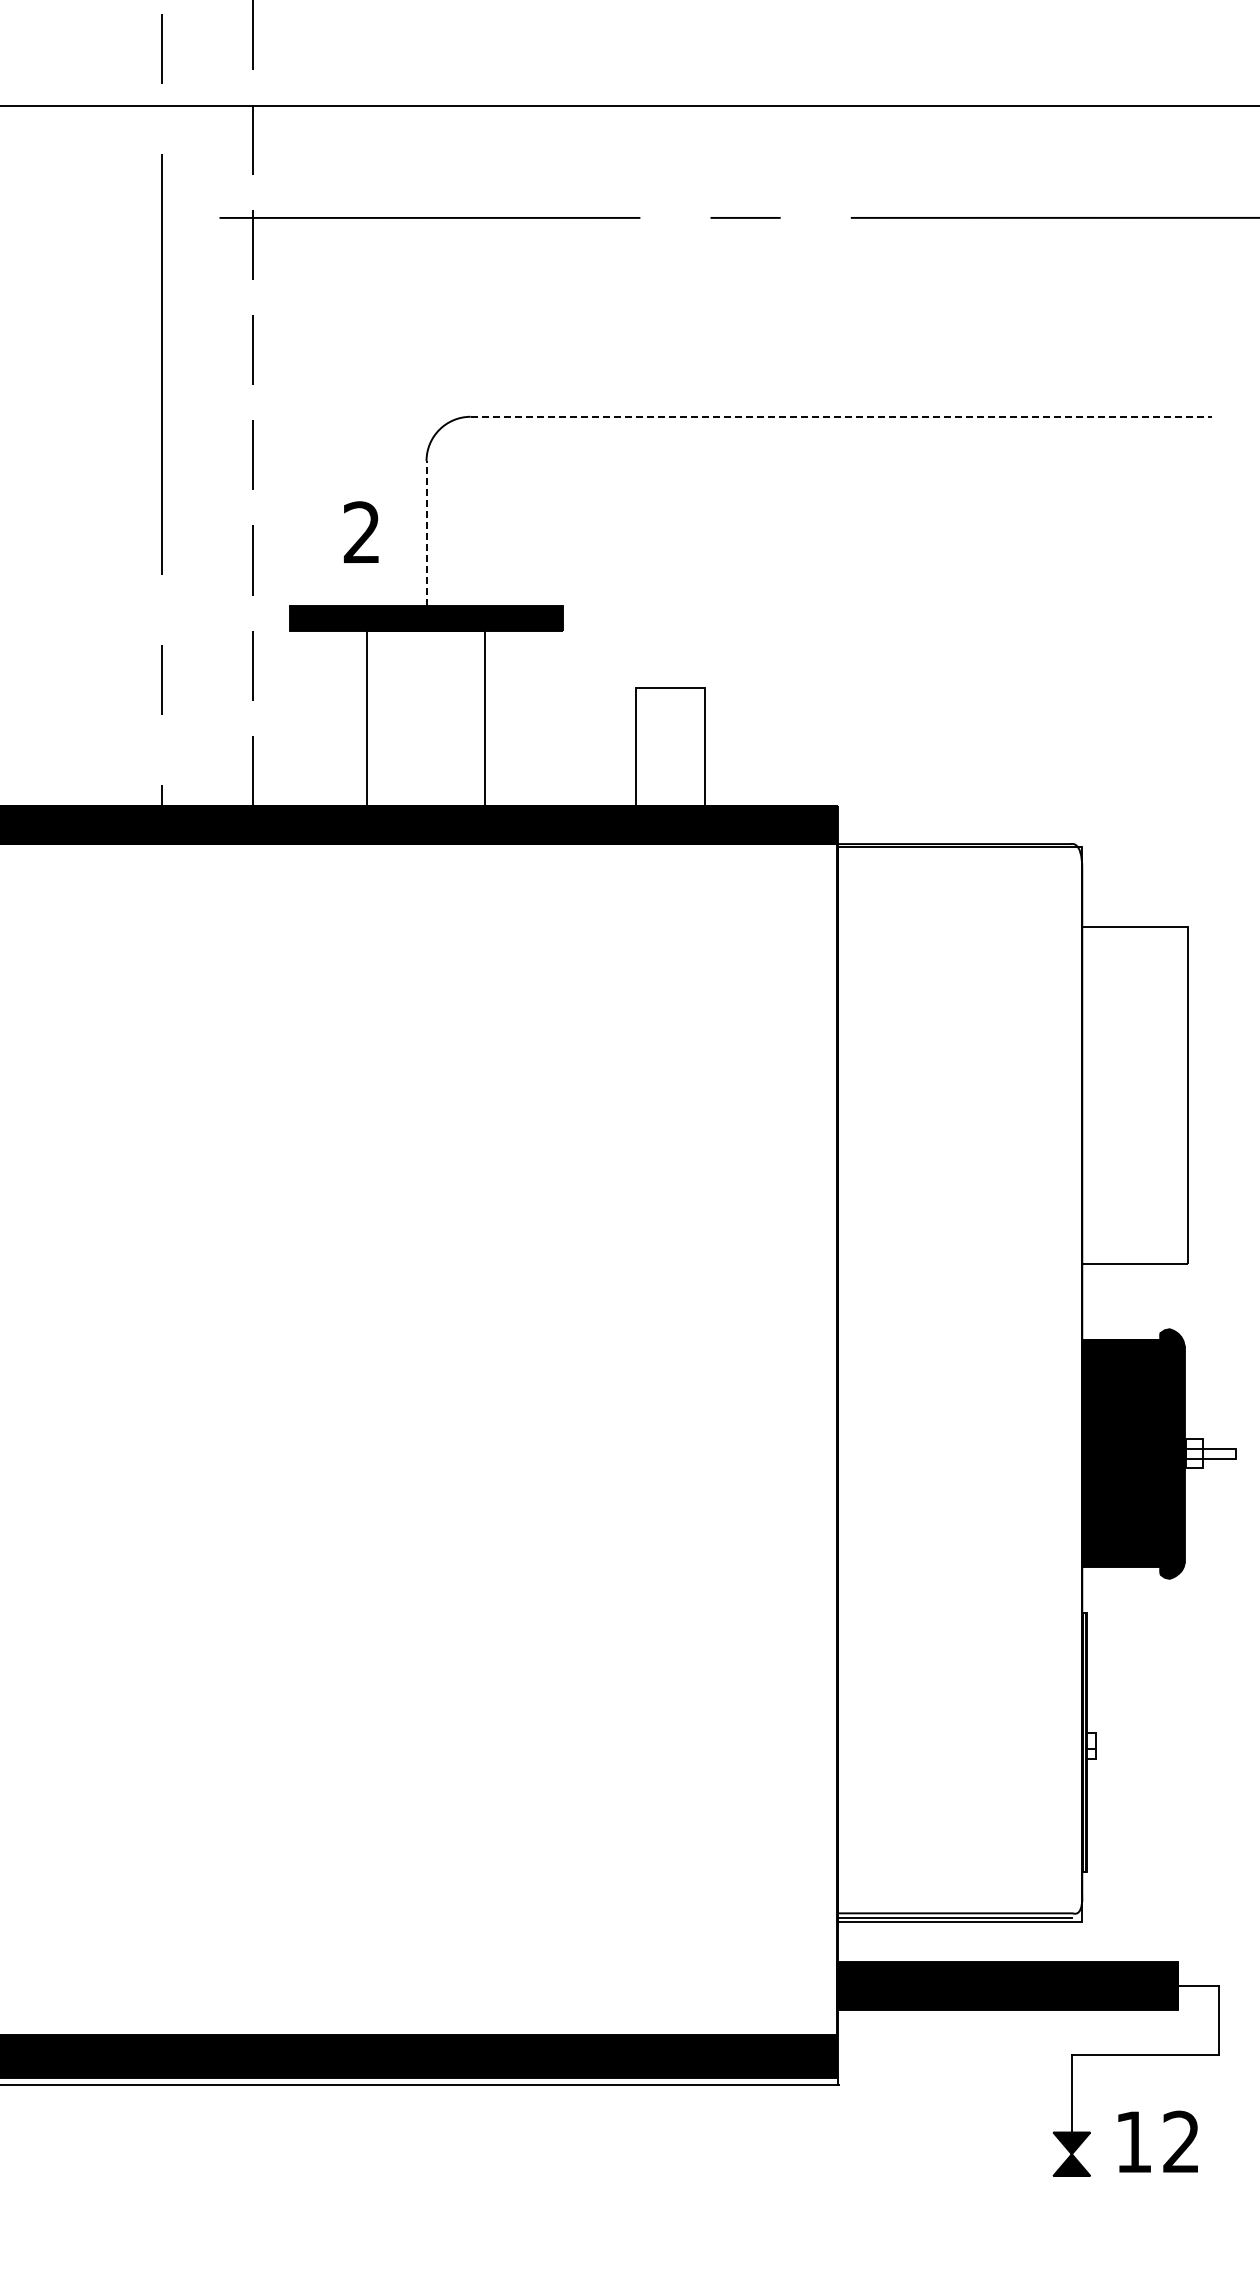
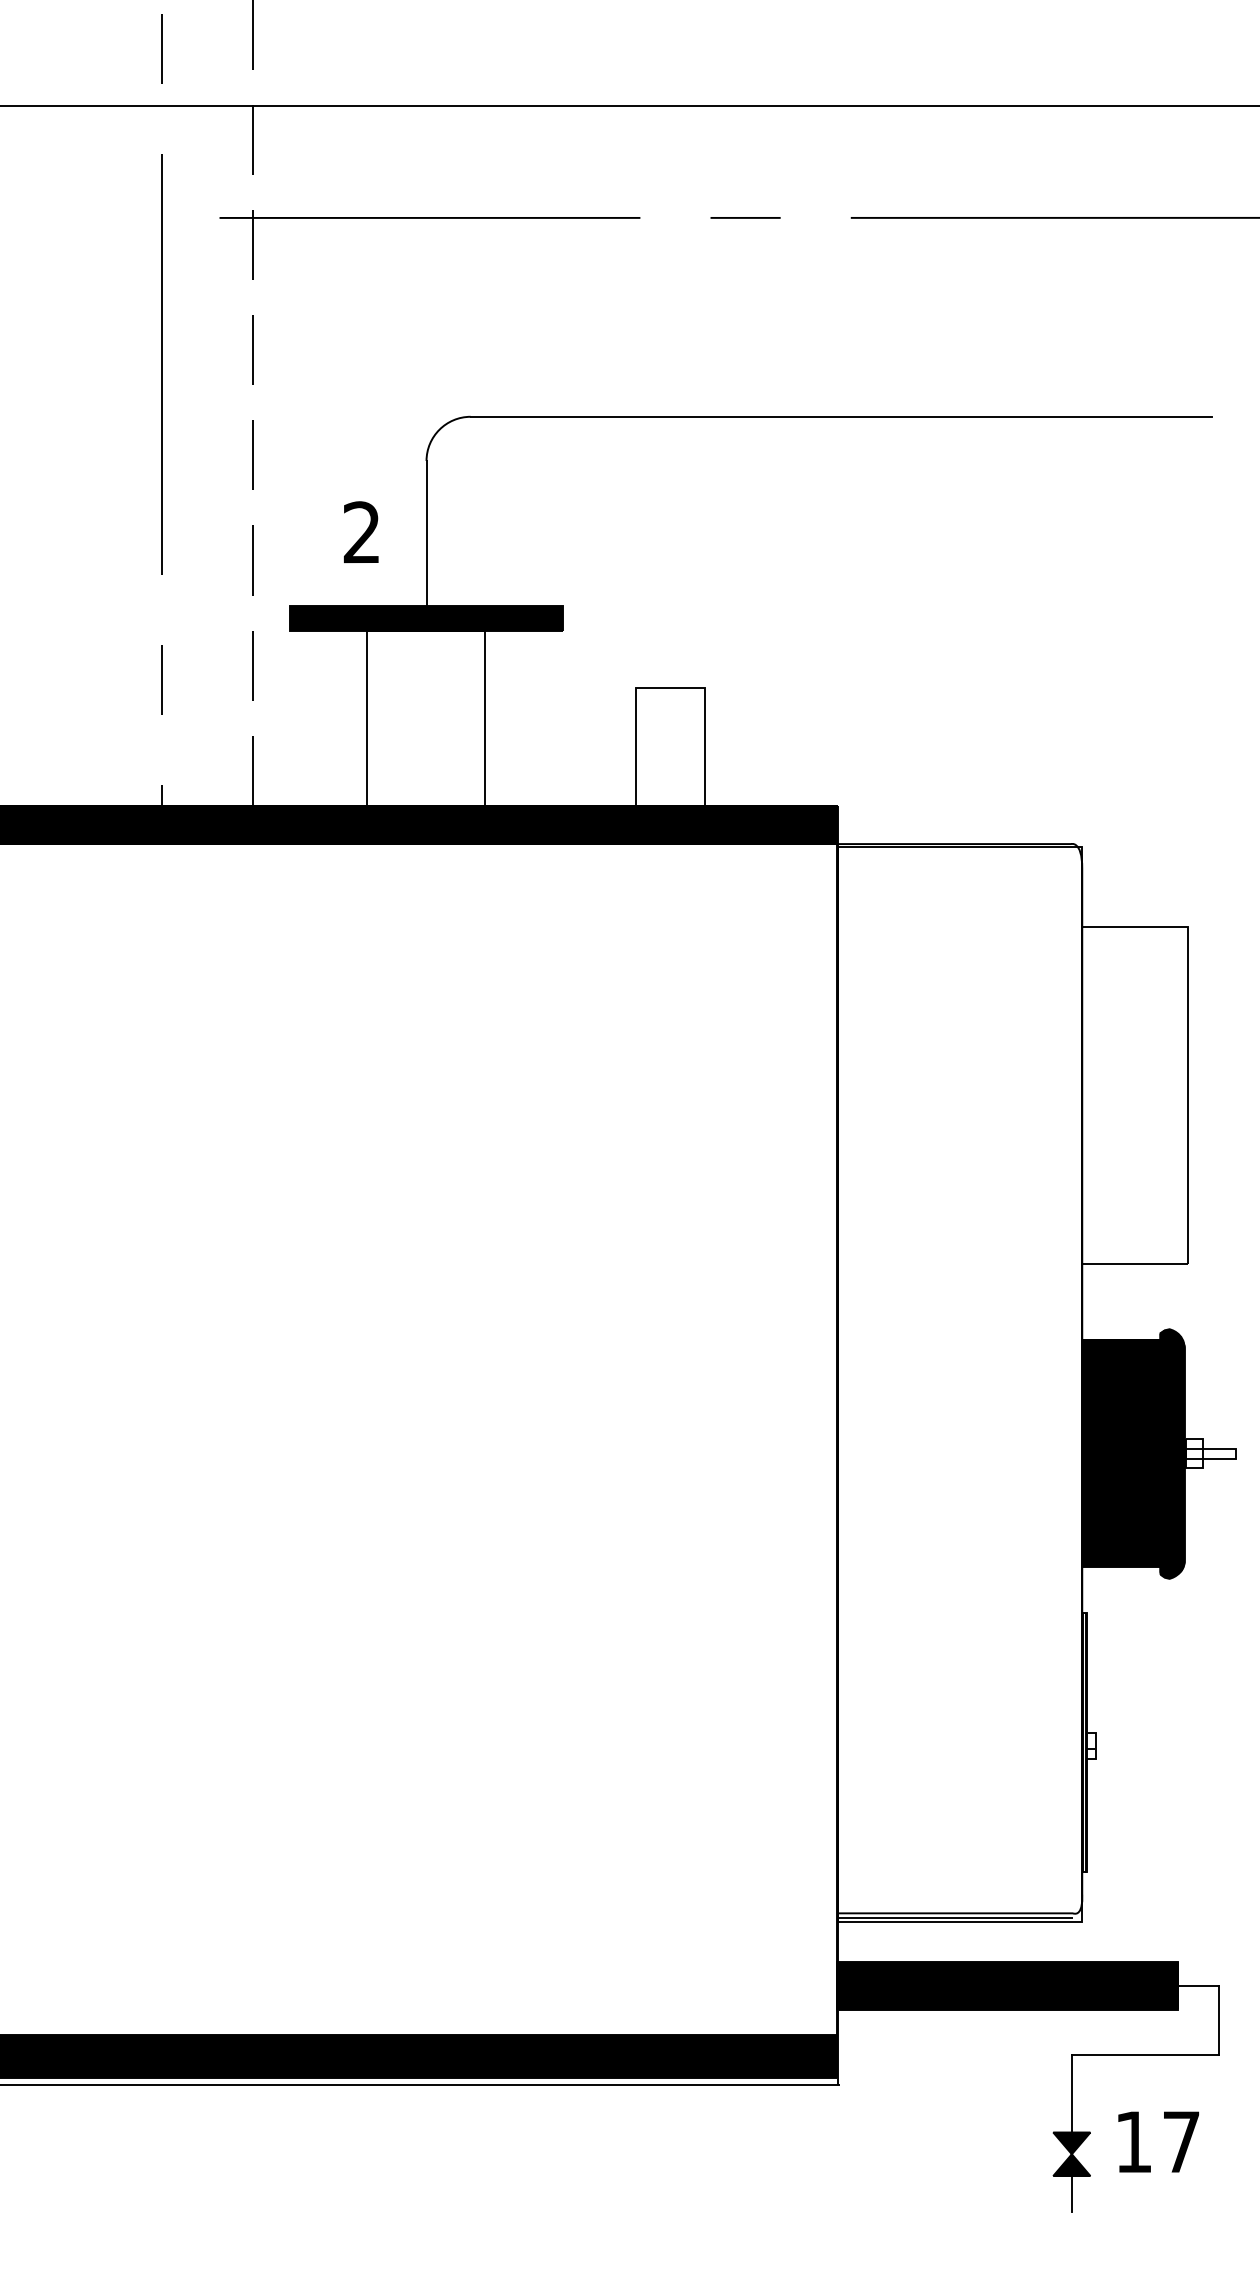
line at (841, 416): dashed -> solid
line at (426, 532): dashed -> solid
text at (1181, 2141): 12 -> 17
line at (1071, 2193): none -> present
